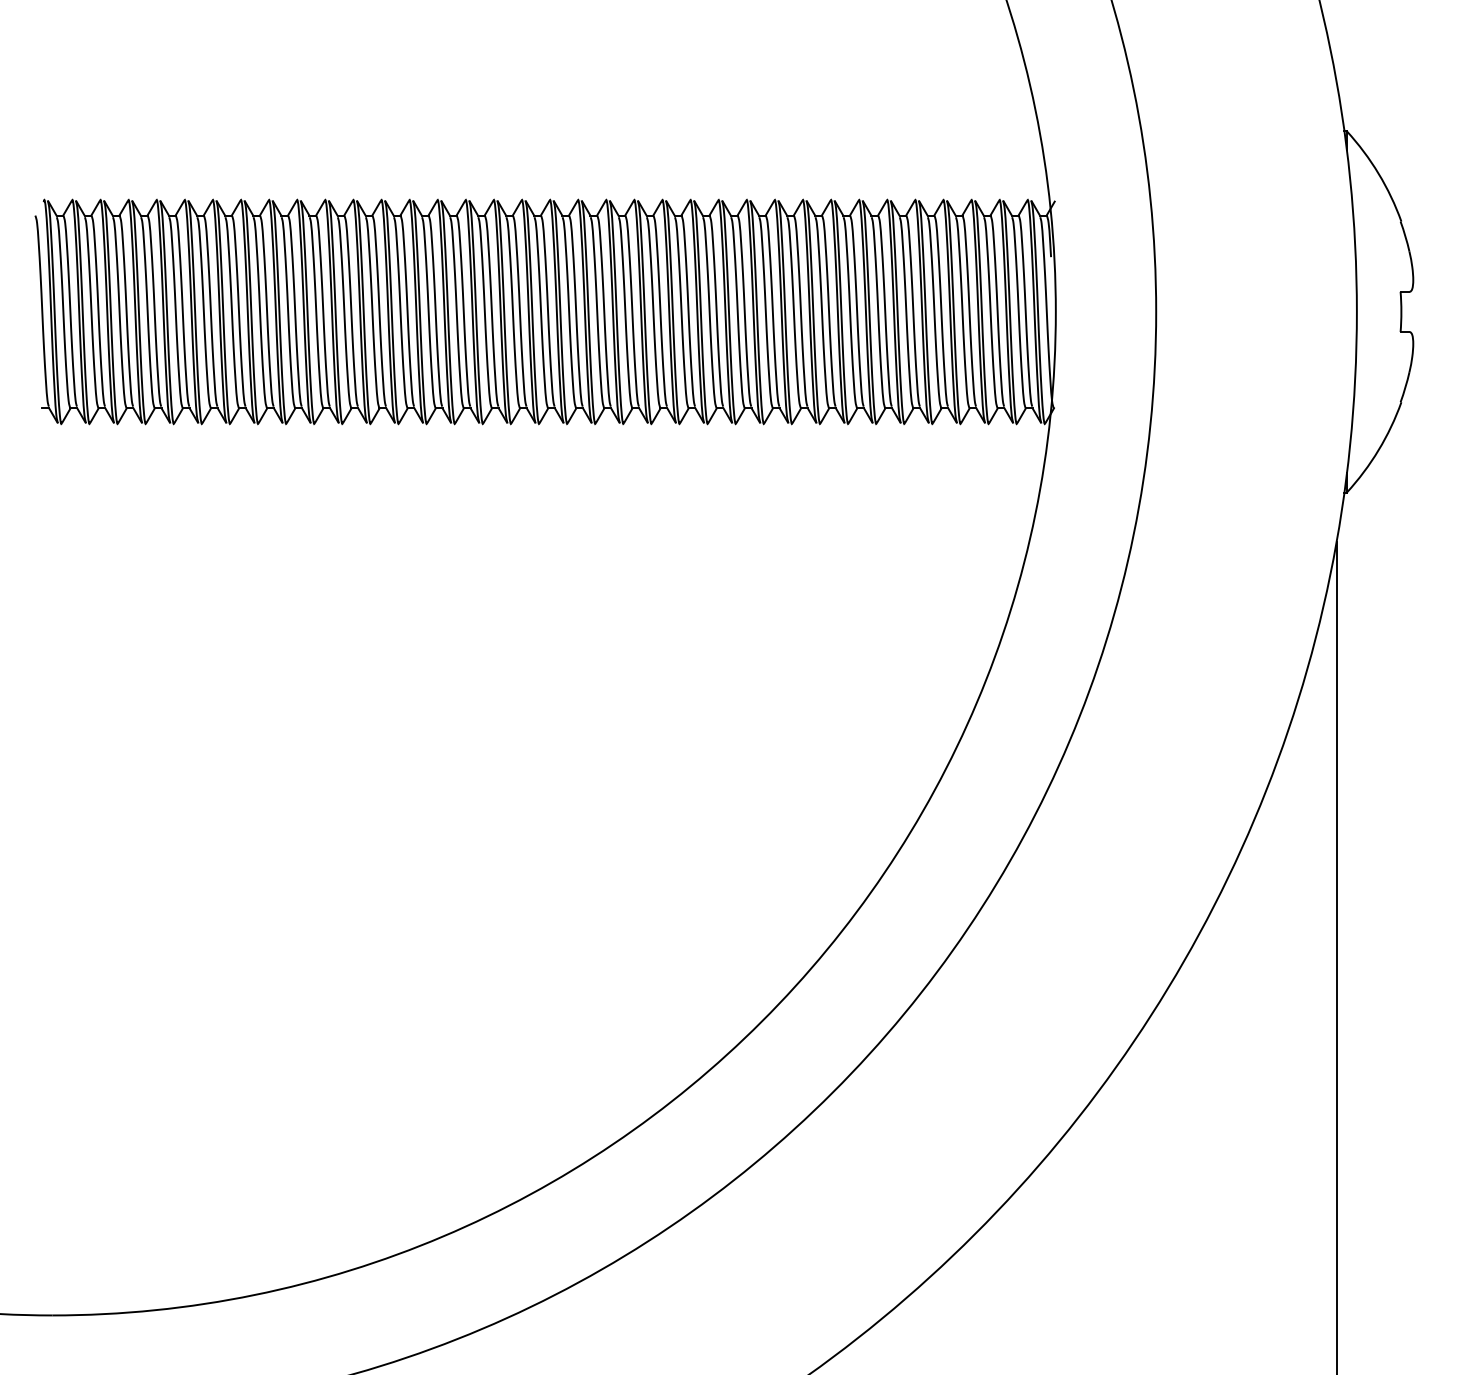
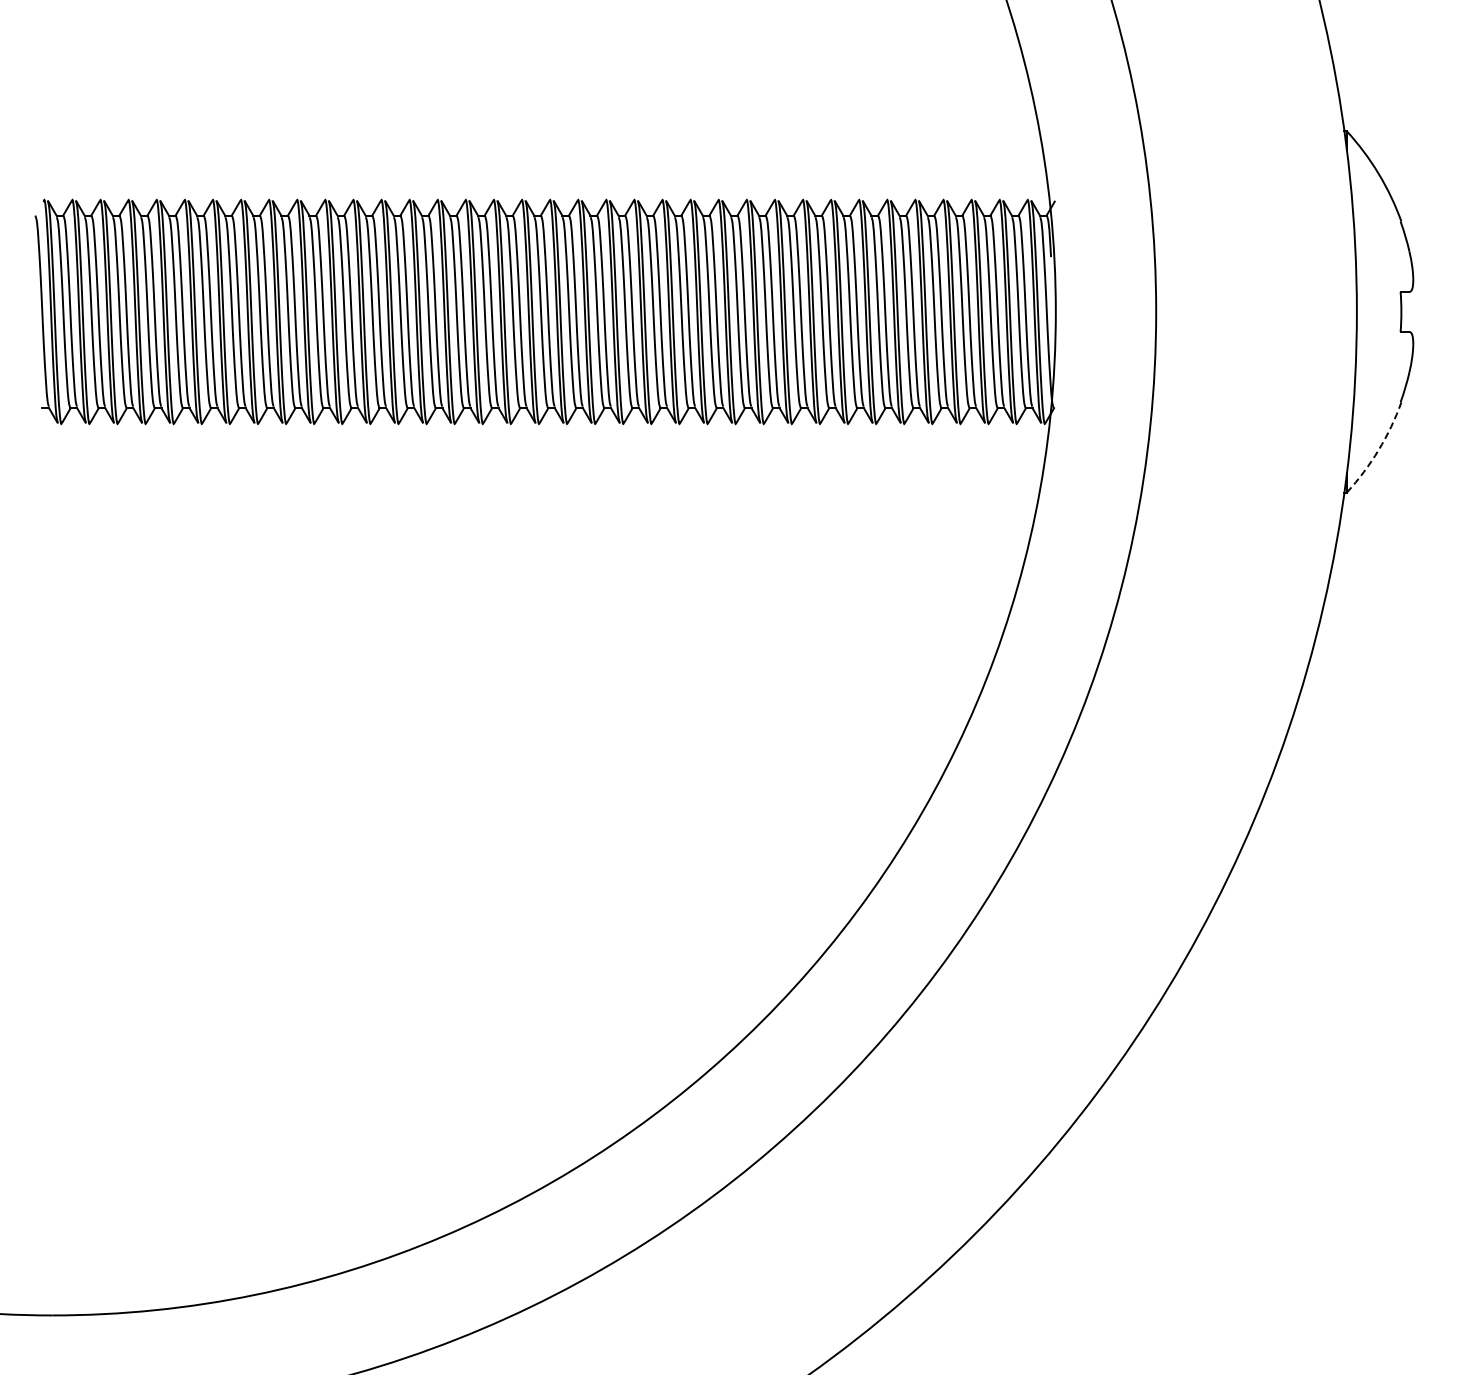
arc at (1378, 450): solid -> dashed
line at (1336, 956): present -> none
